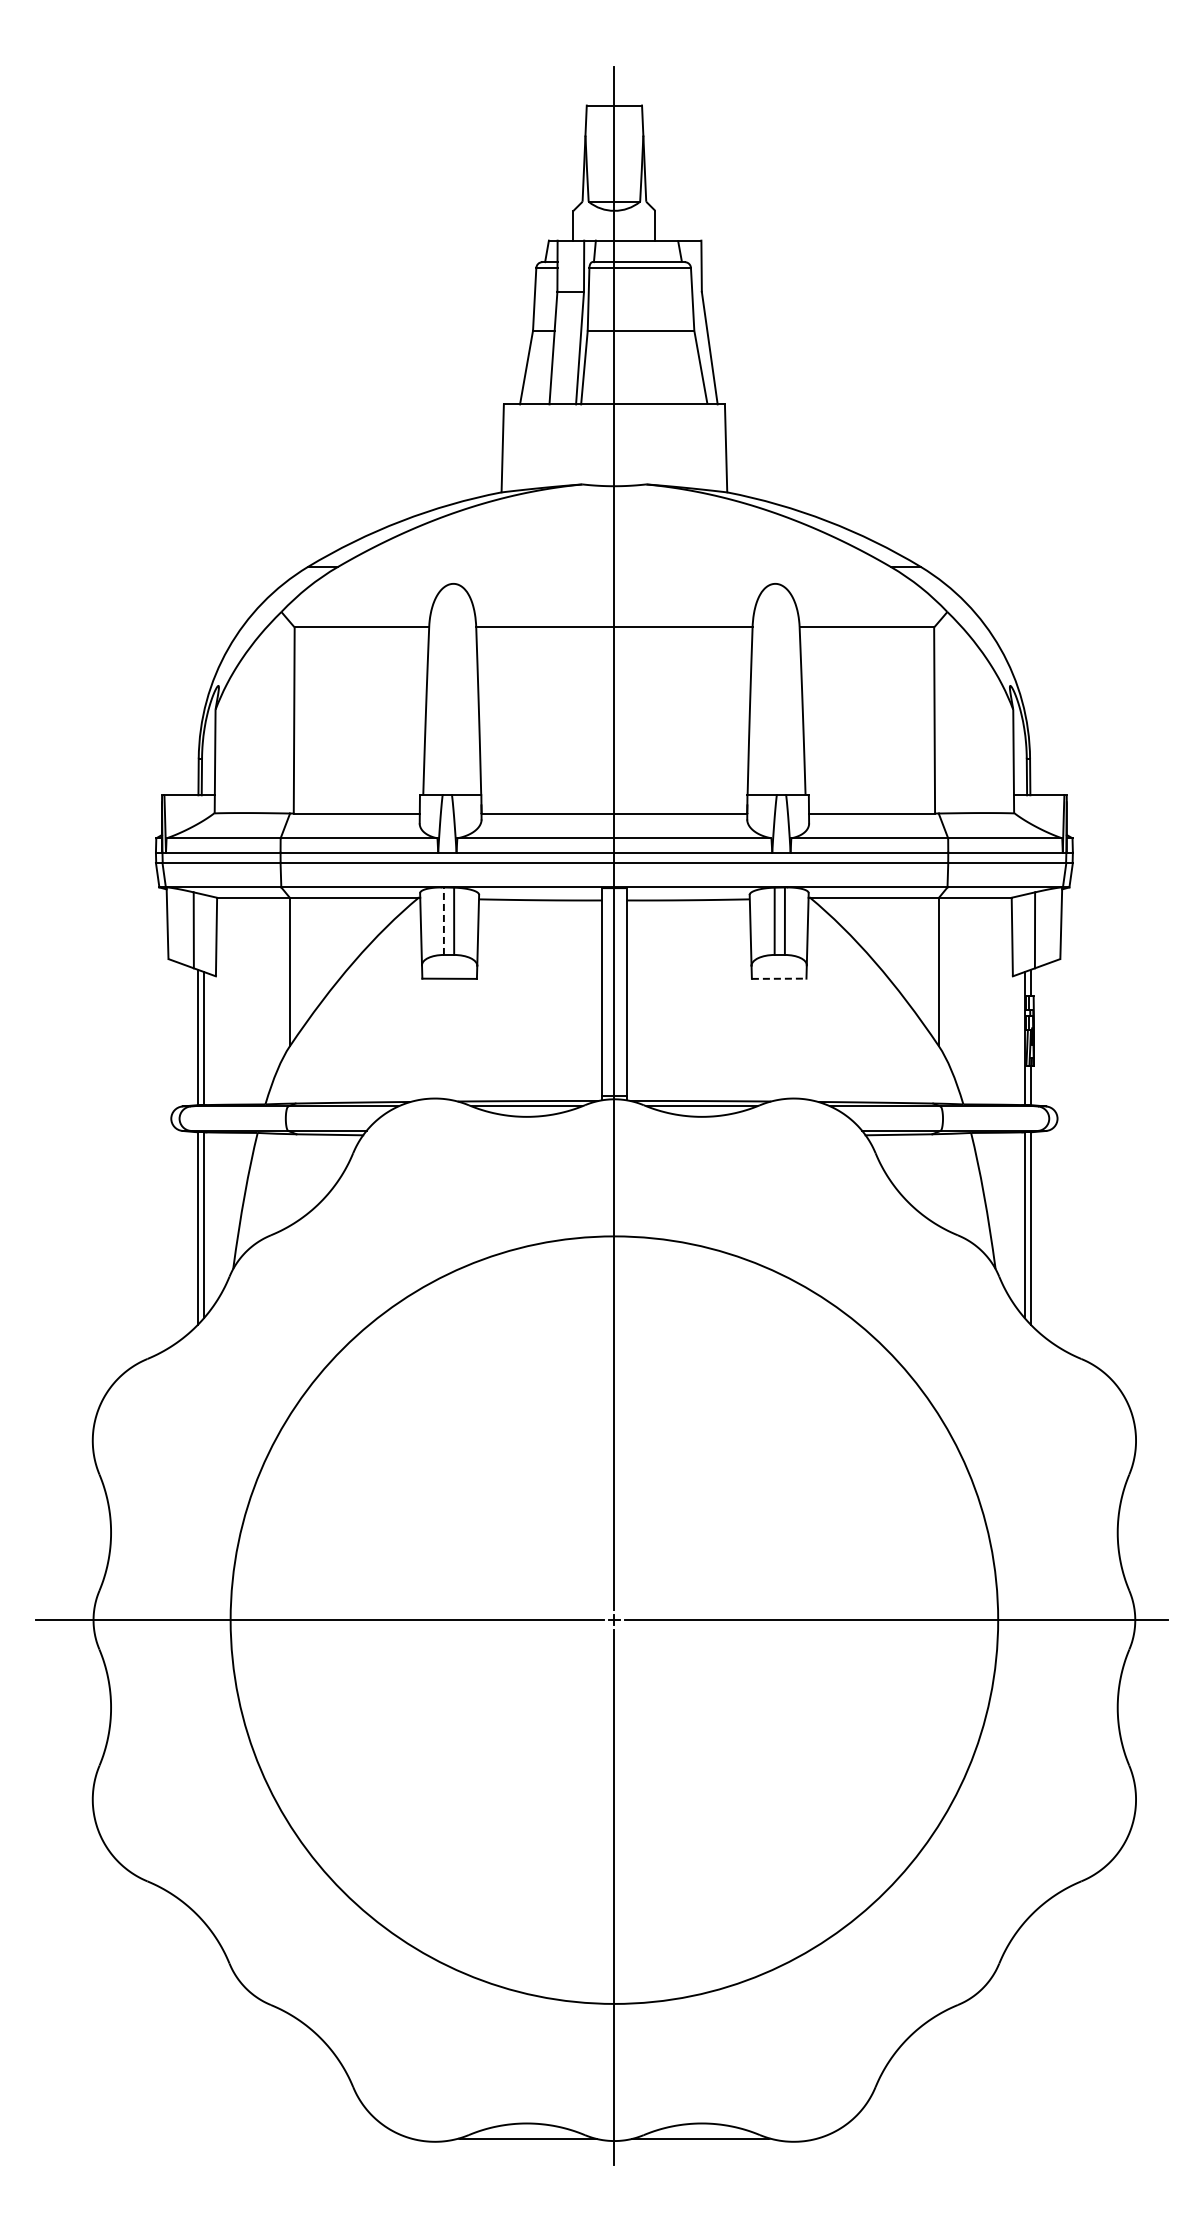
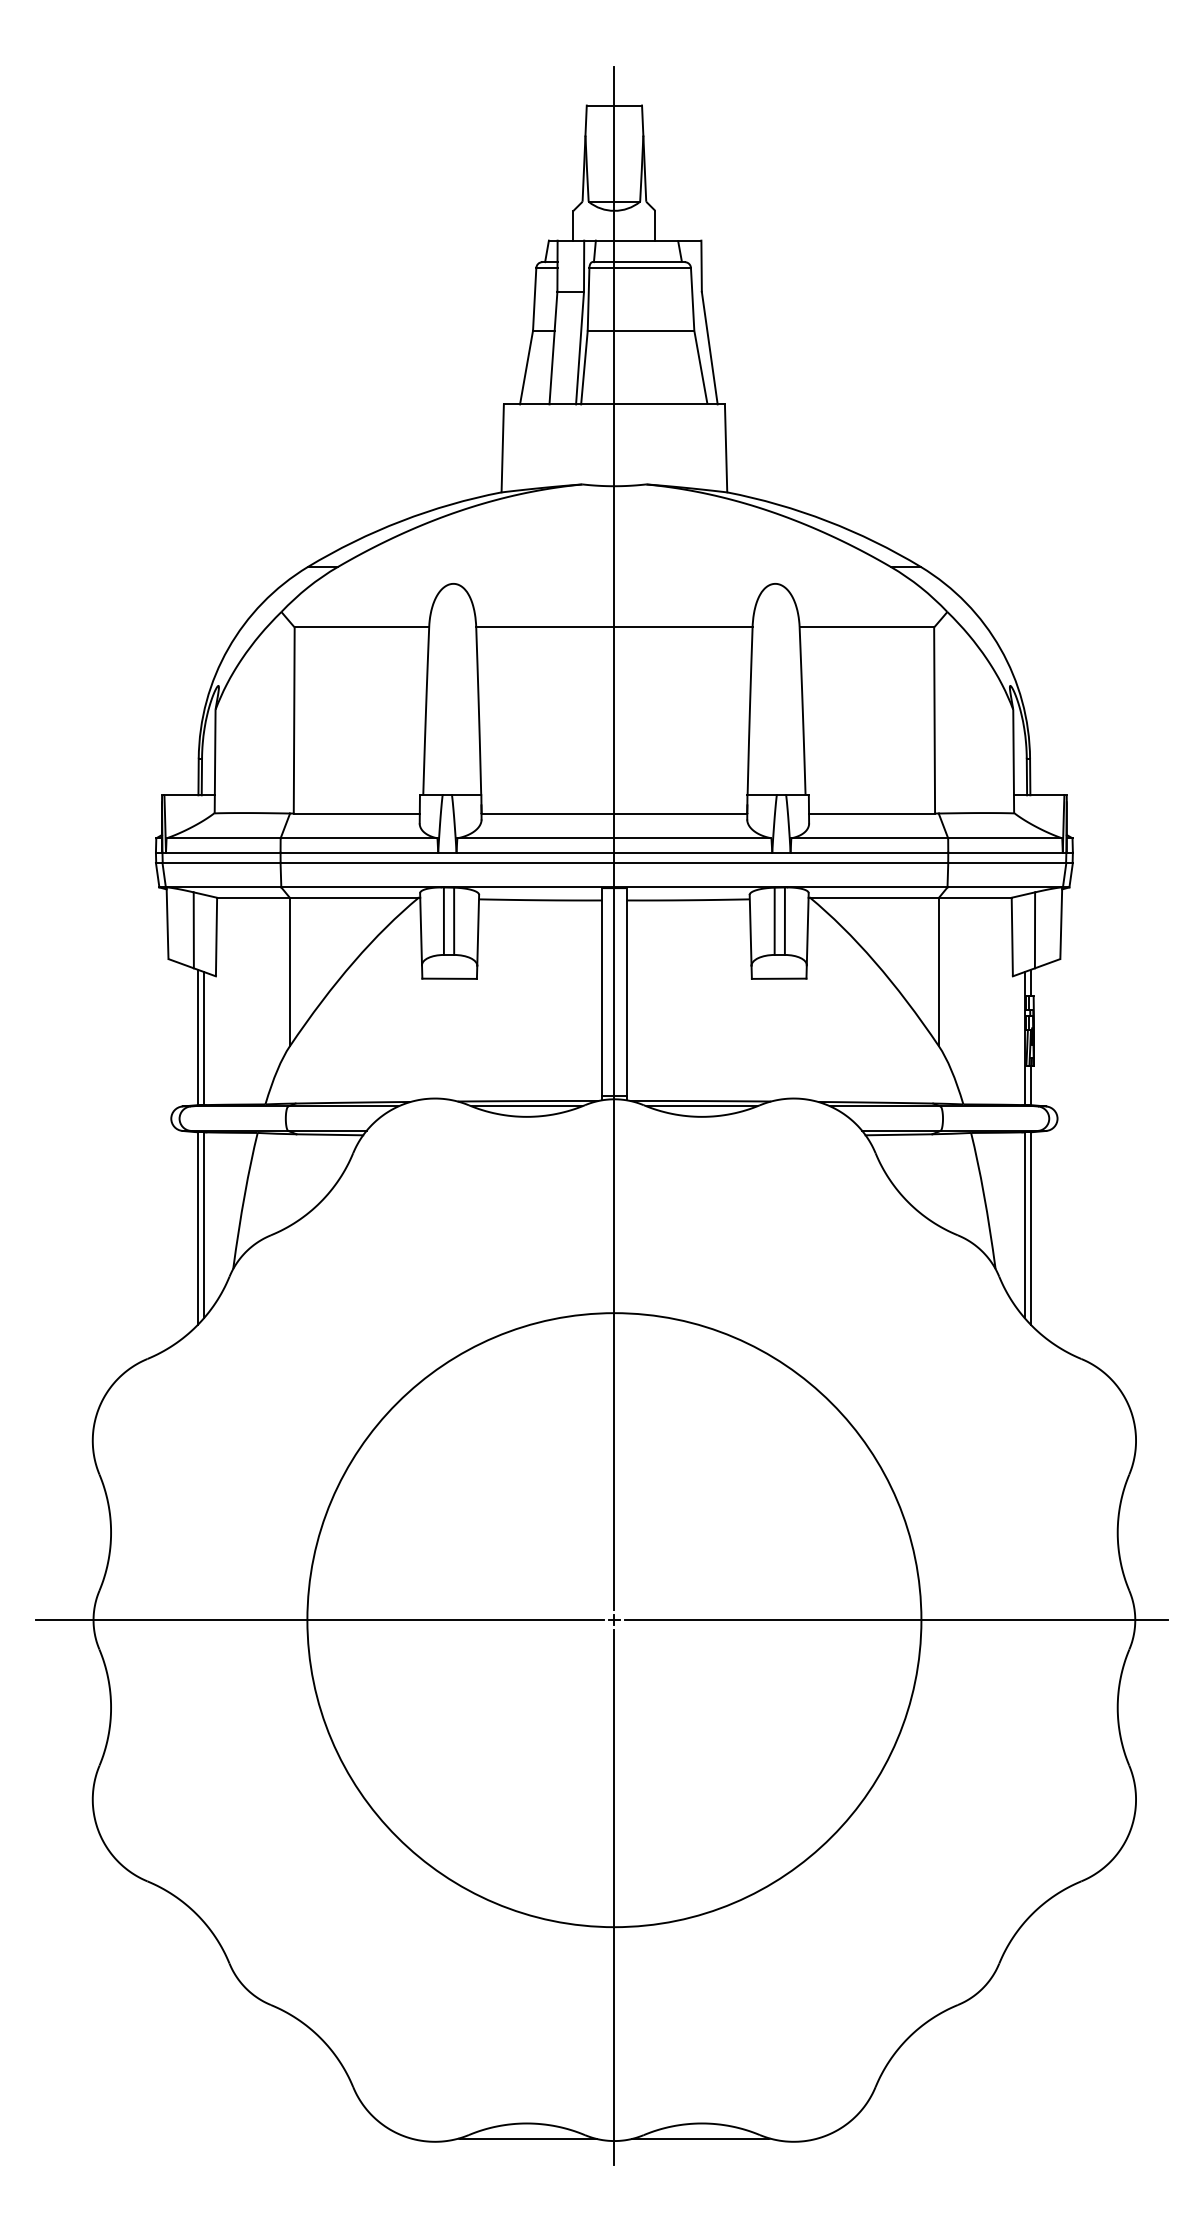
line at (443, 921): dashed -> solid
line at (779, 978): dashed -> solid
circle at (614, 1619) diameter: 768 px -> 614 px
